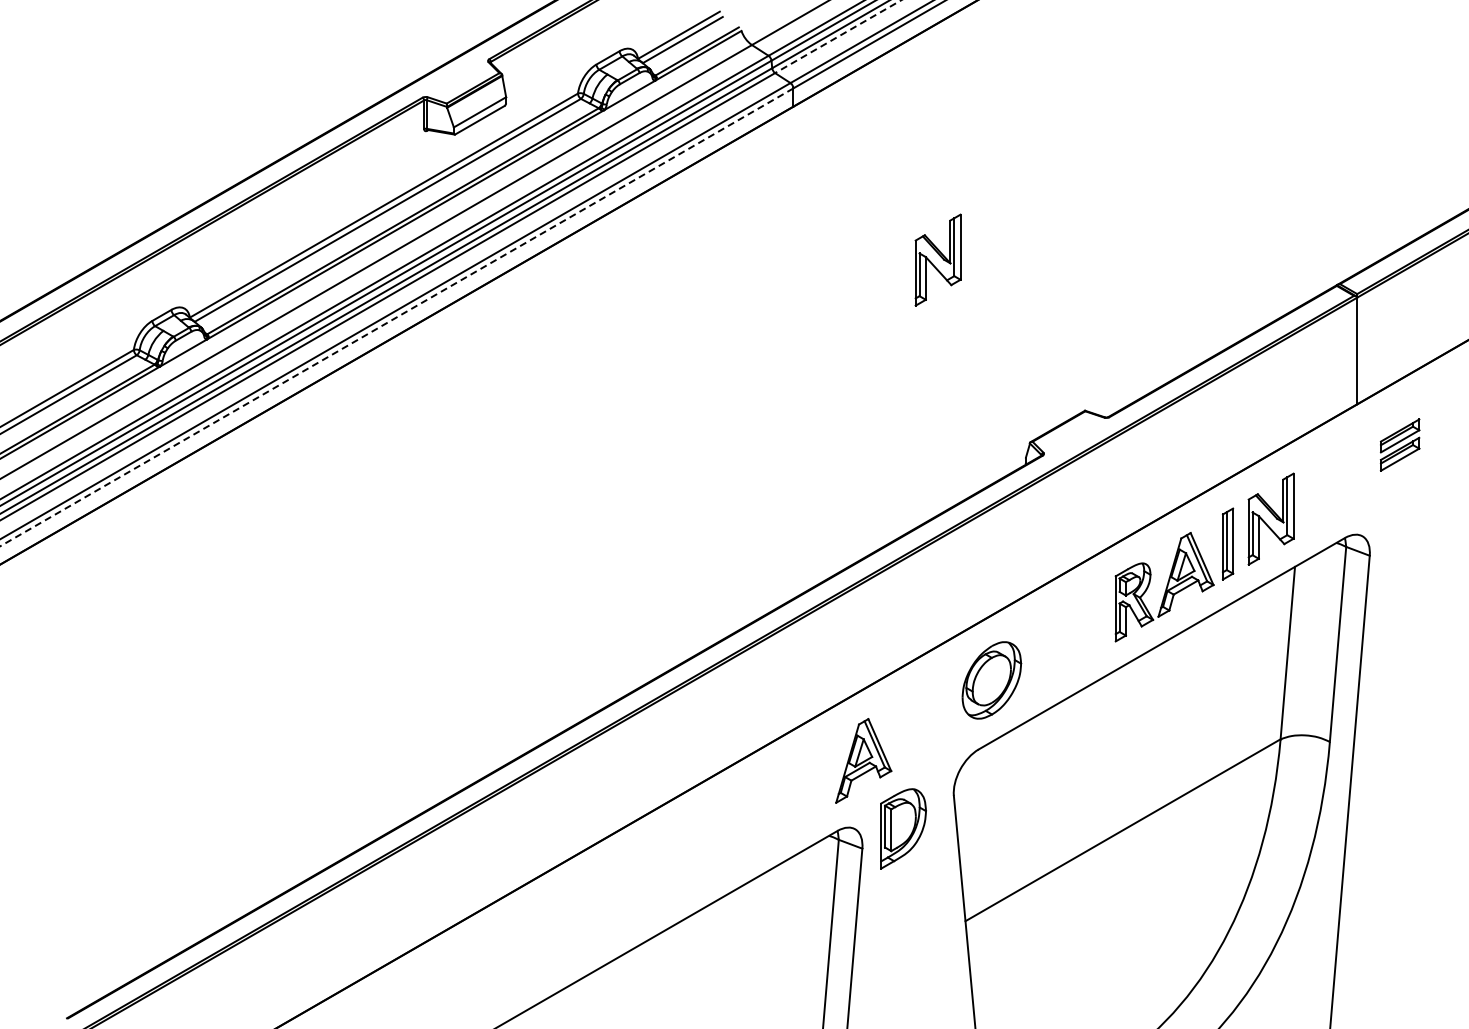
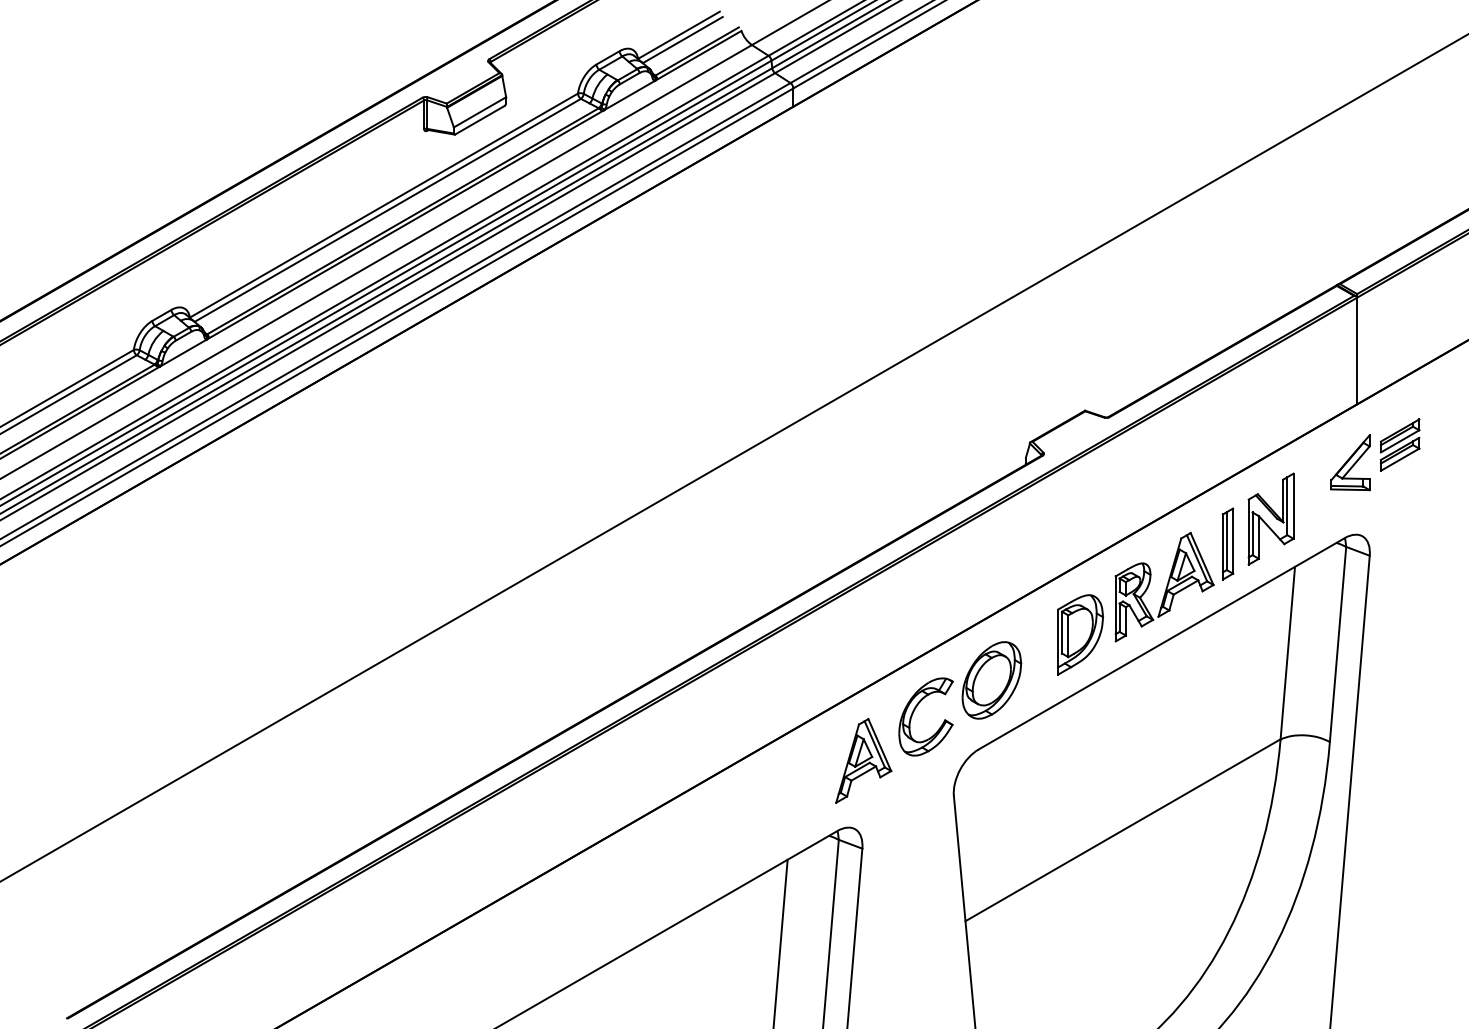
line at (838, 36): dashed -> solid
part at (937, 259): present -> none
line at (396, 317): dashed -> solid
line at (733, 457): none -> present
part at (1350, 462): none -> present
part at (914, 711): none -> present
part at (903, 828) position: (903, 828) -> (1080, 634)
line at (780, 942): none -> present
